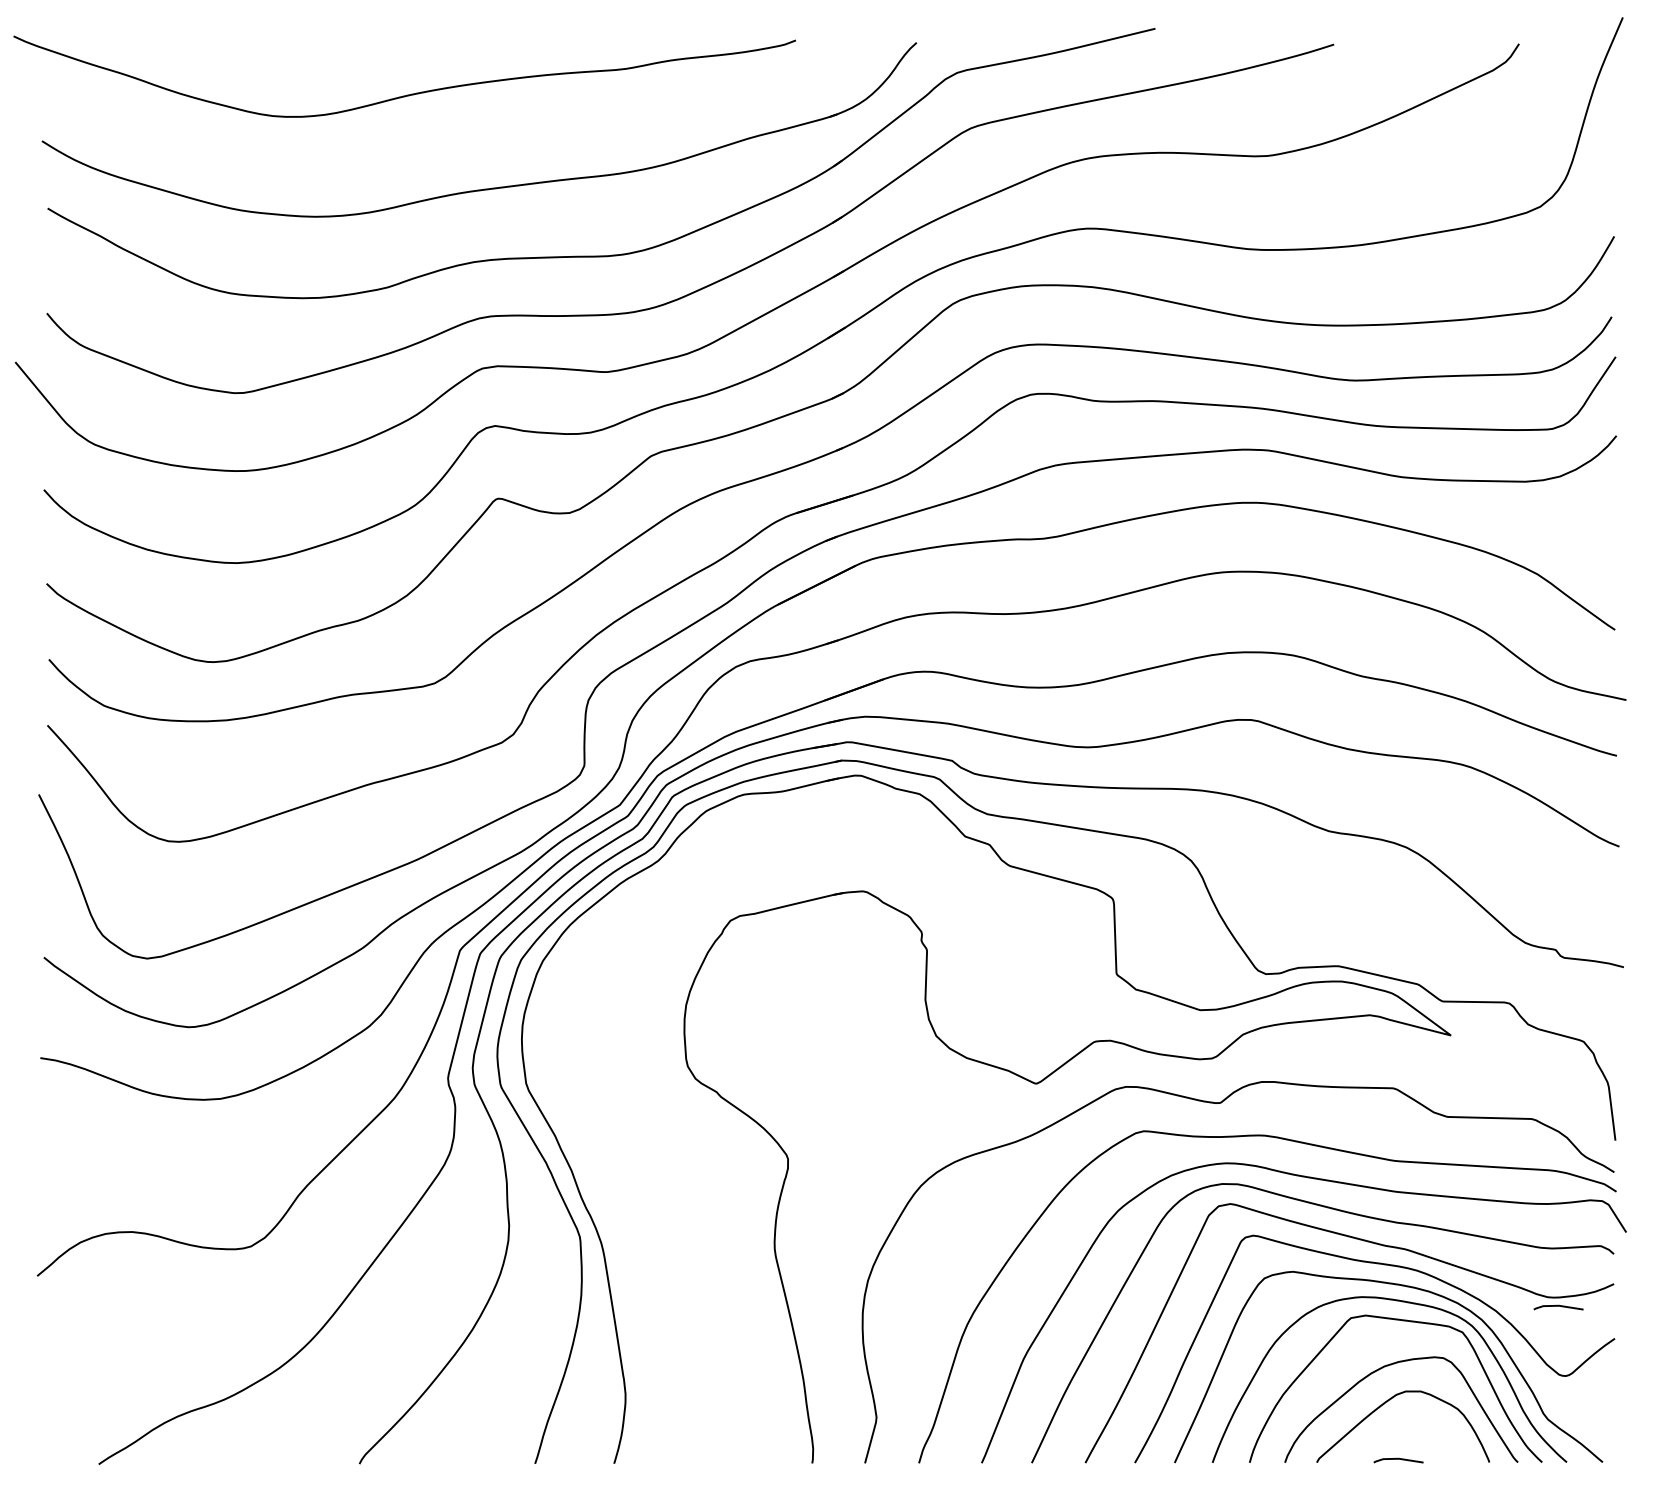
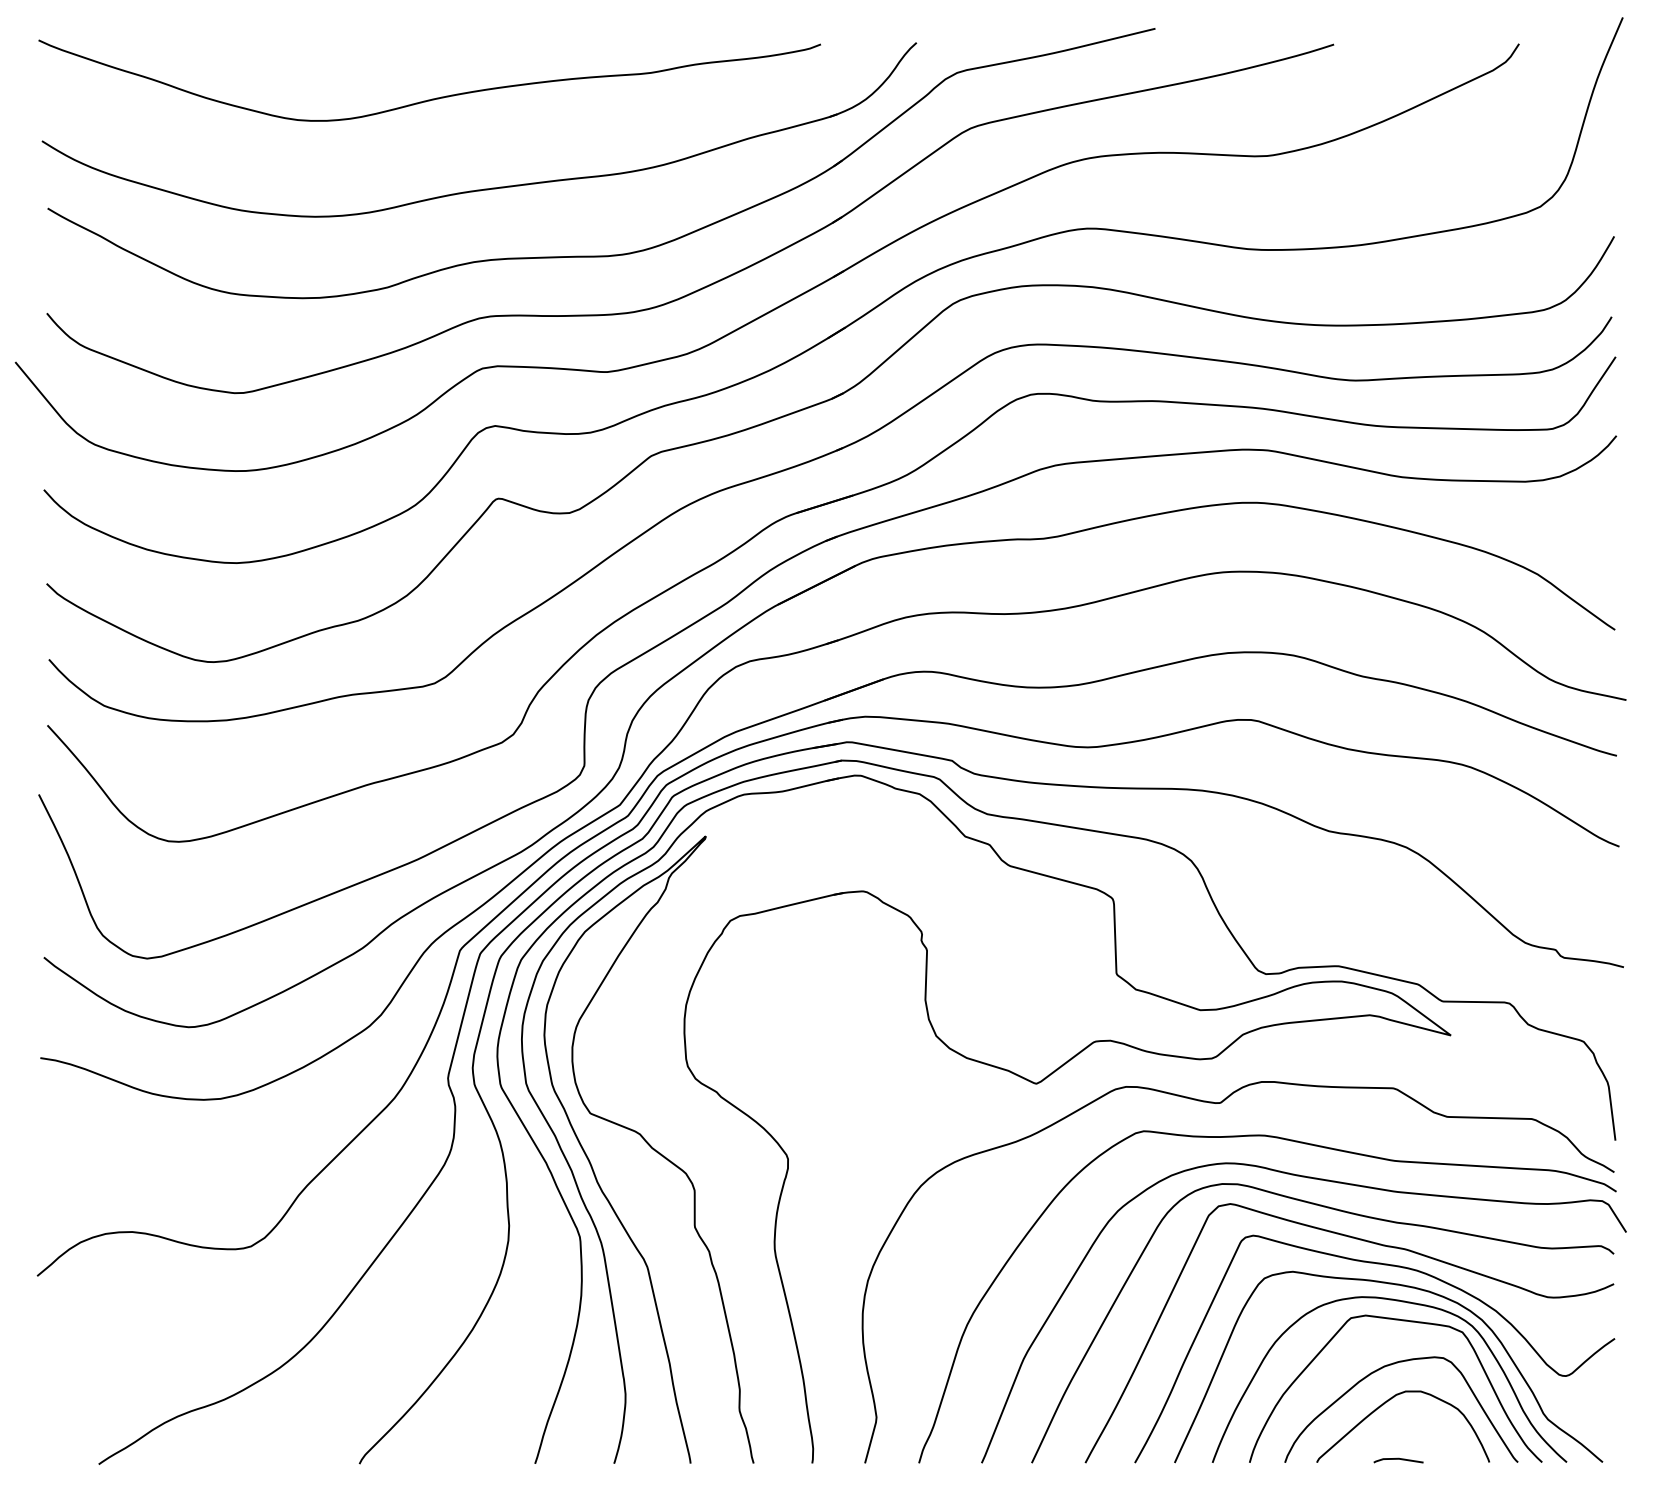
curve at (407, 94) position: (407, 94) -> (432, 98)
curve at (650, 1147): none -> present
line at (1558, 1306): present -> none
